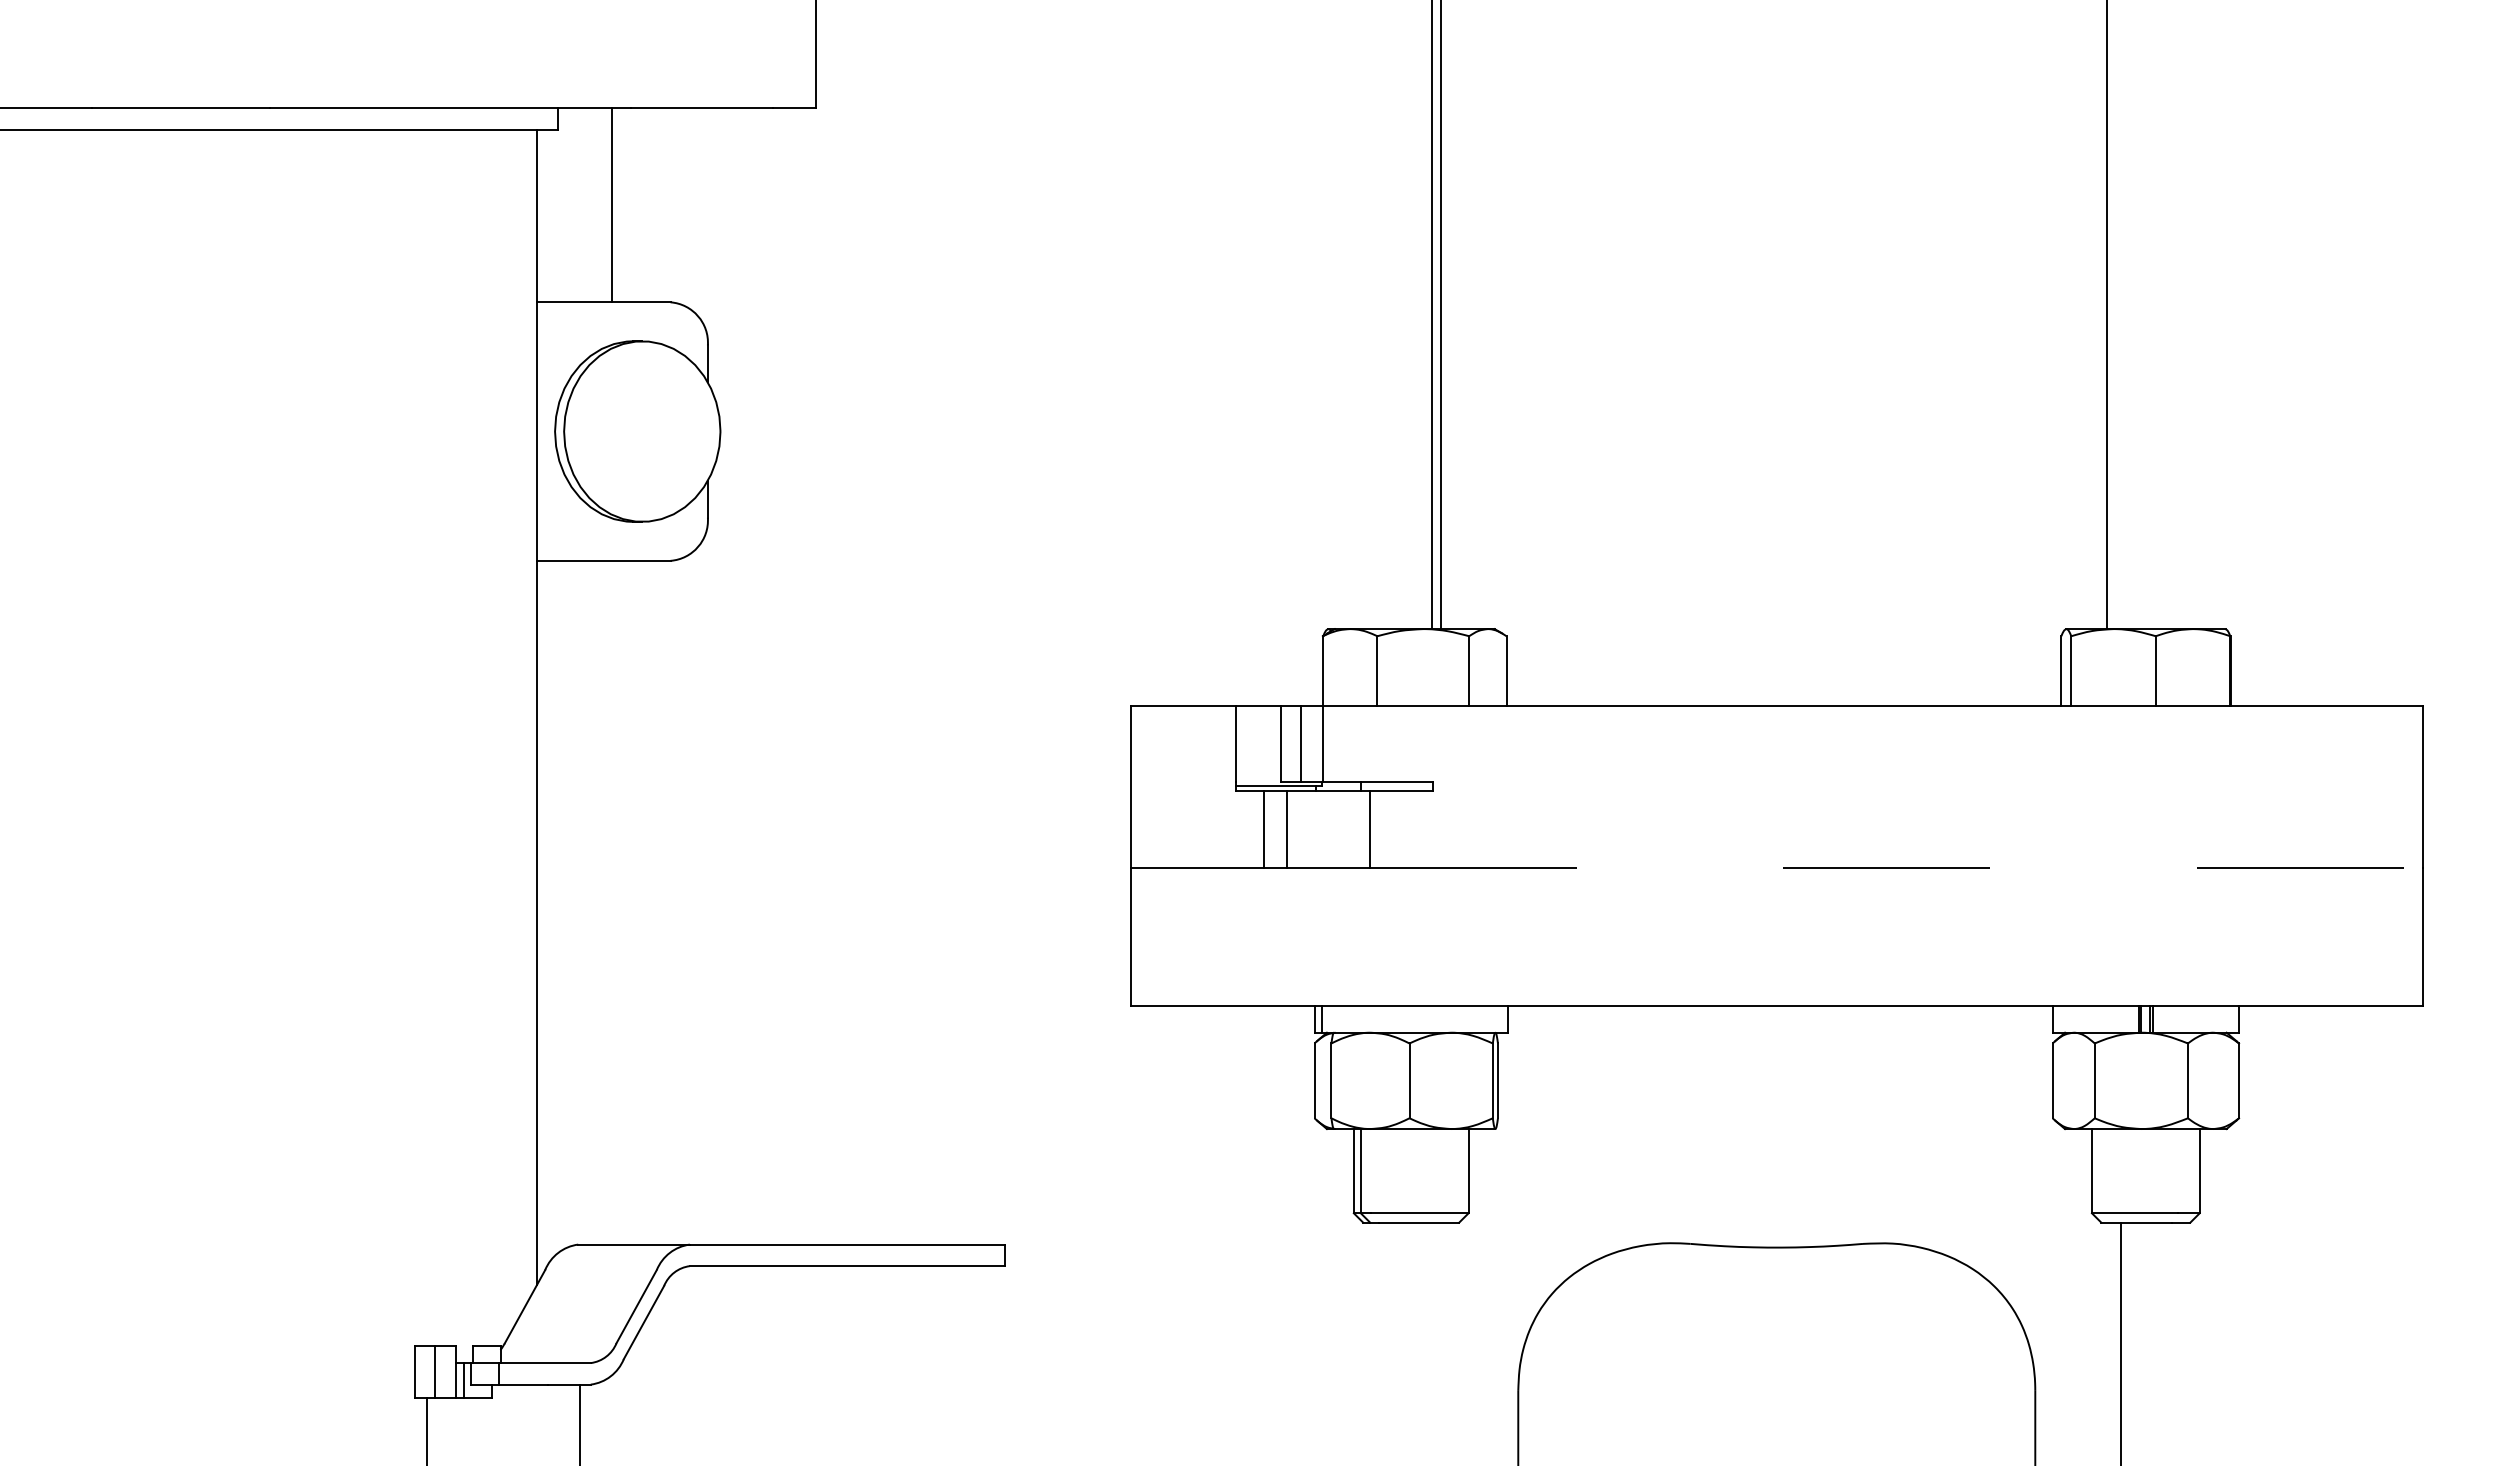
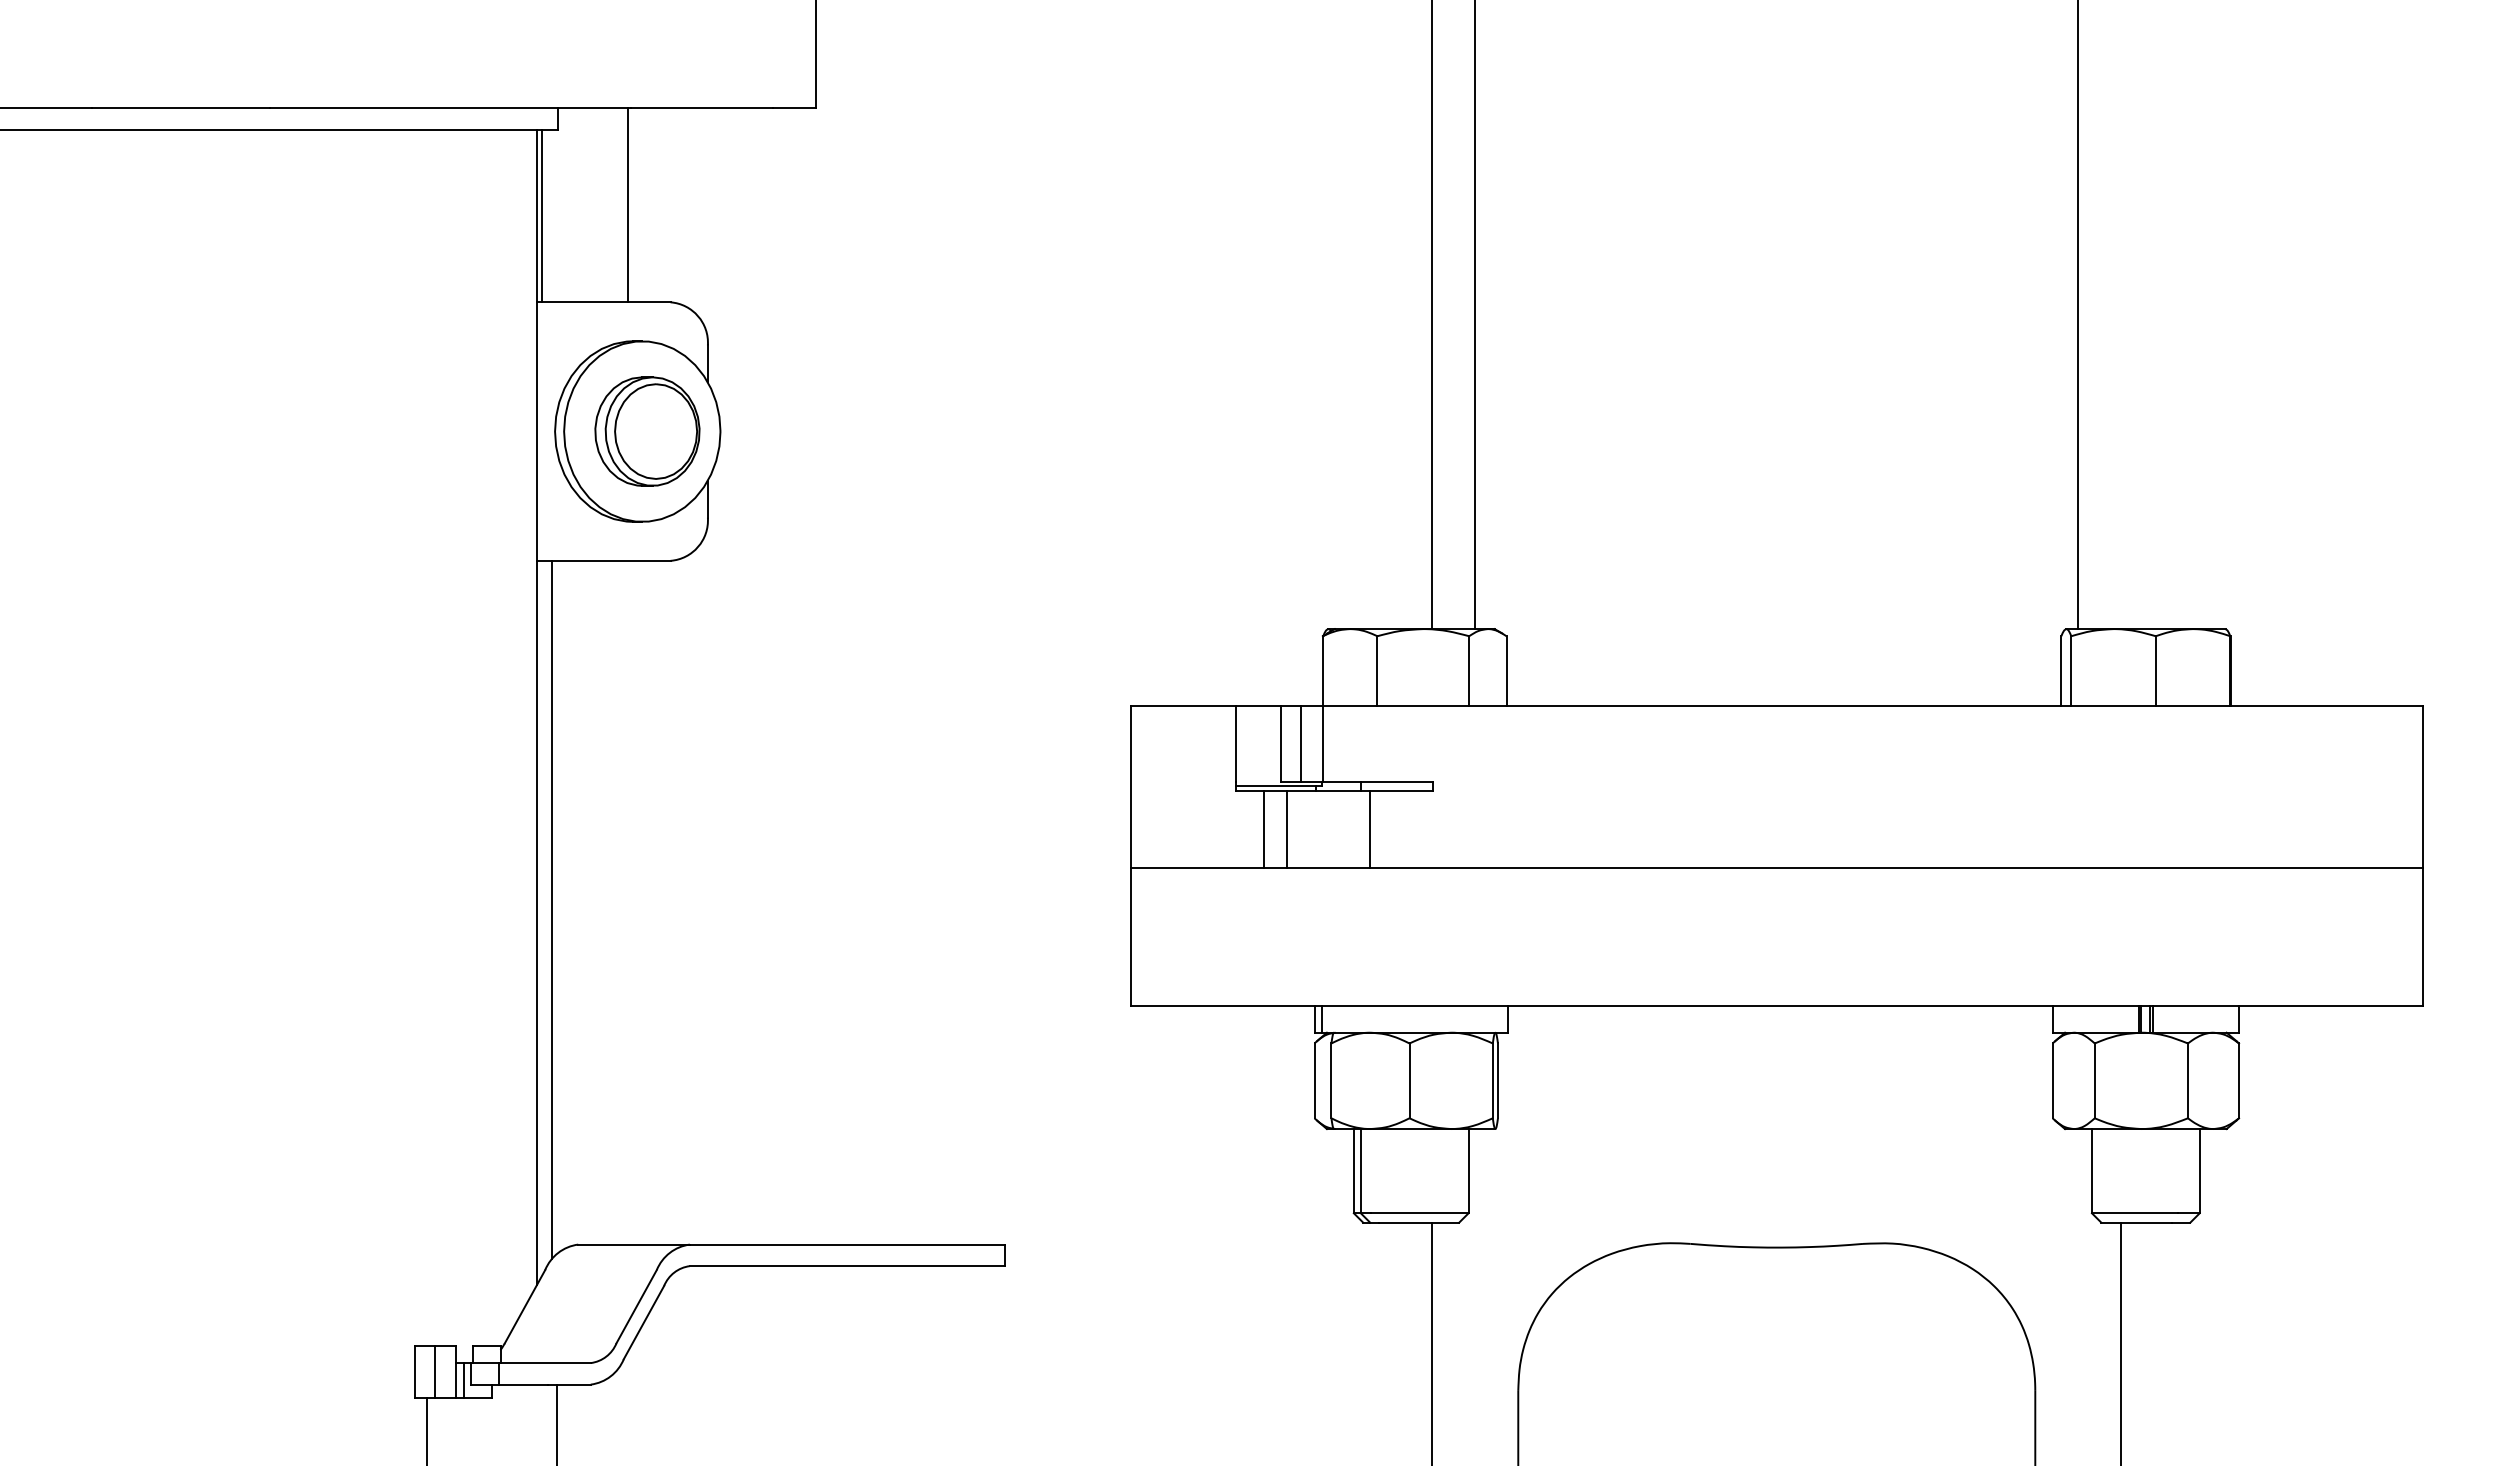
line at (611, 205) position: (611, 205) -> (627, 205)
line at (541, 216): none -> present
line at (1441, 315) position: (1441, 315) -> (1475, 315)
line at (2107, 315) position: (2107, 315) -> (2078, 315)
part at (647, 431): none -> present
line at (1896, 867): dashed -> solid
line at (552, 909): none -> present
line at (1432, 1342): none -> present
line at (579, 1423) position: (579, 1423) -> (556, 1423)
